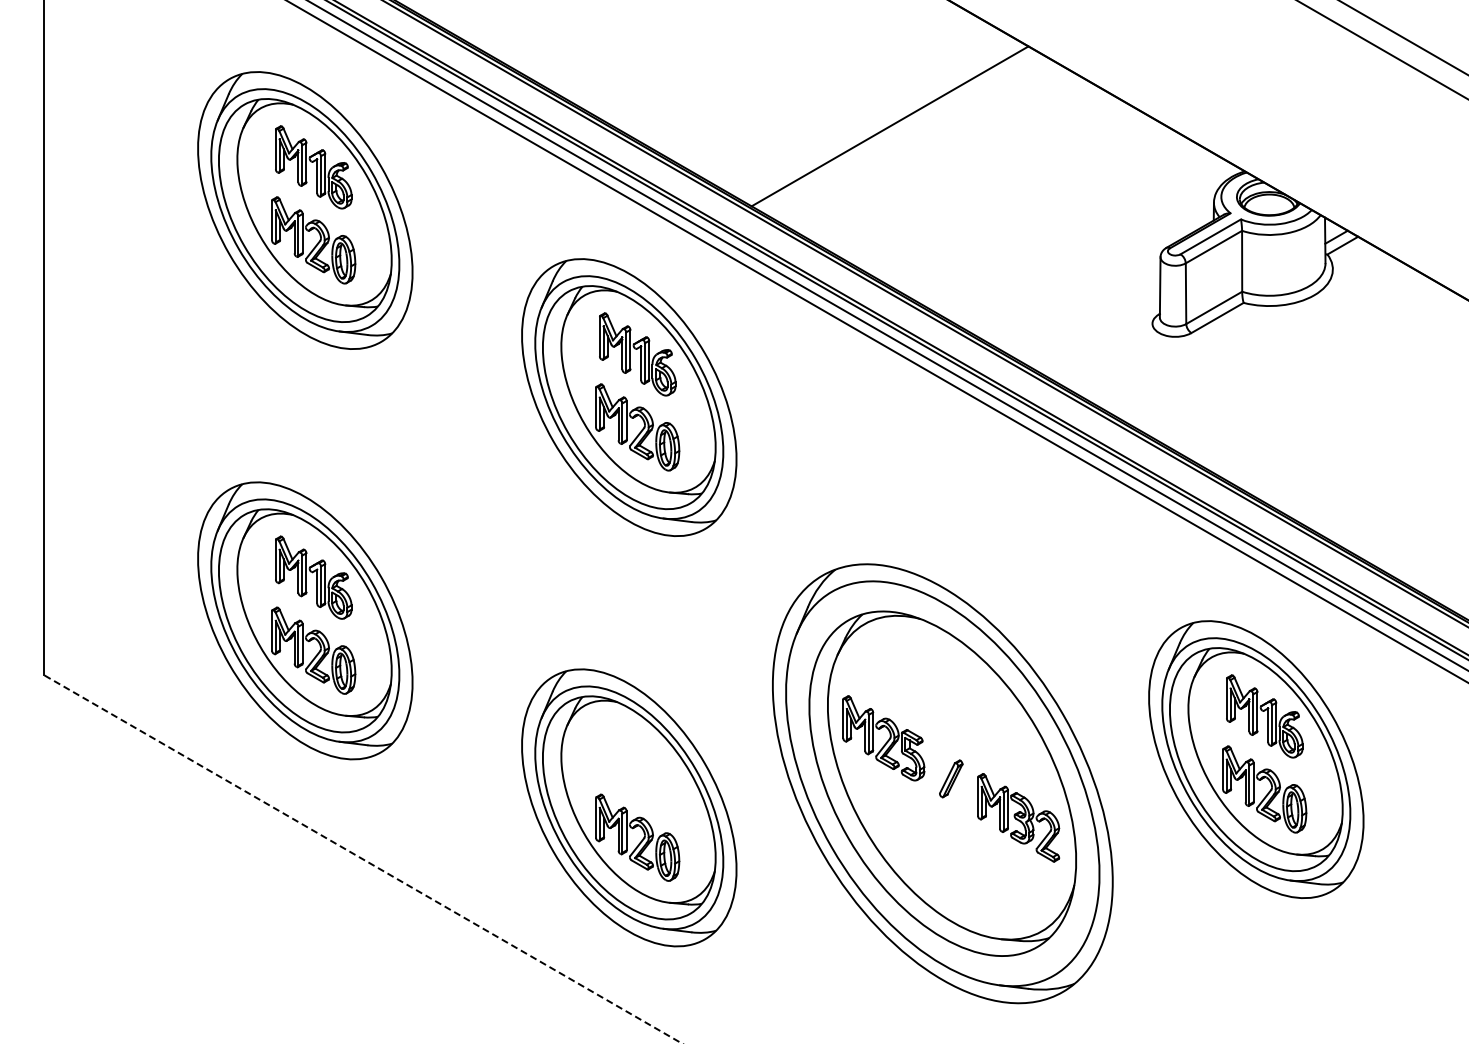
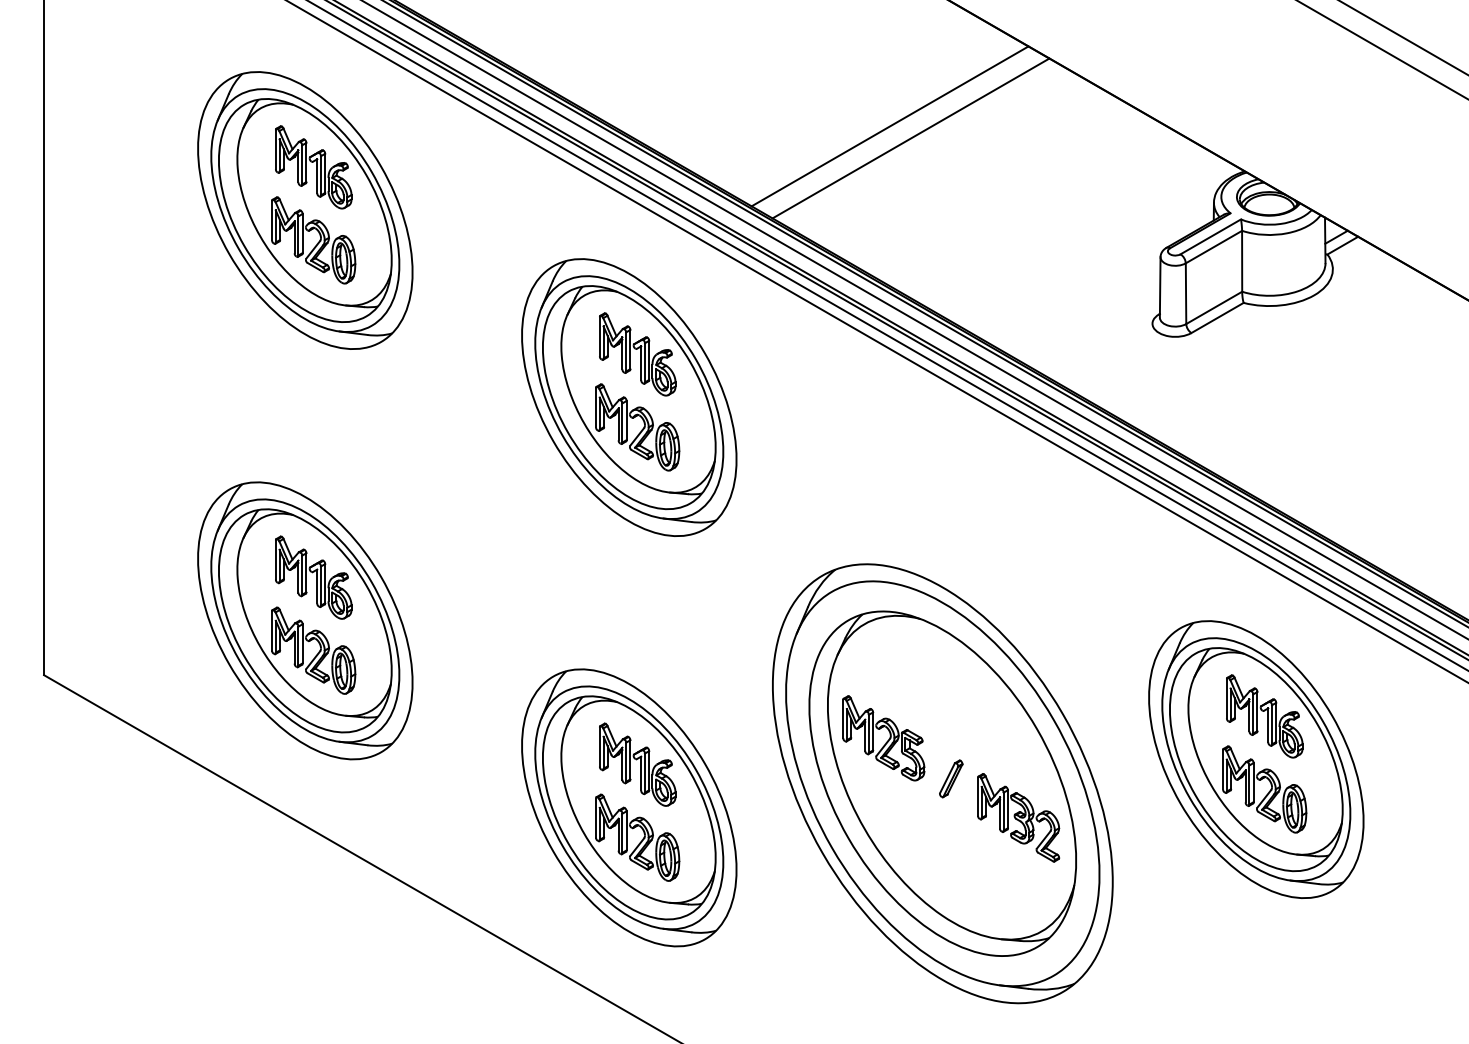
line at (910, 138): none -> present
line at (914, 319): none -> present
part at (637, 764): none -> present
line at (362, 859): dashed -> solid
